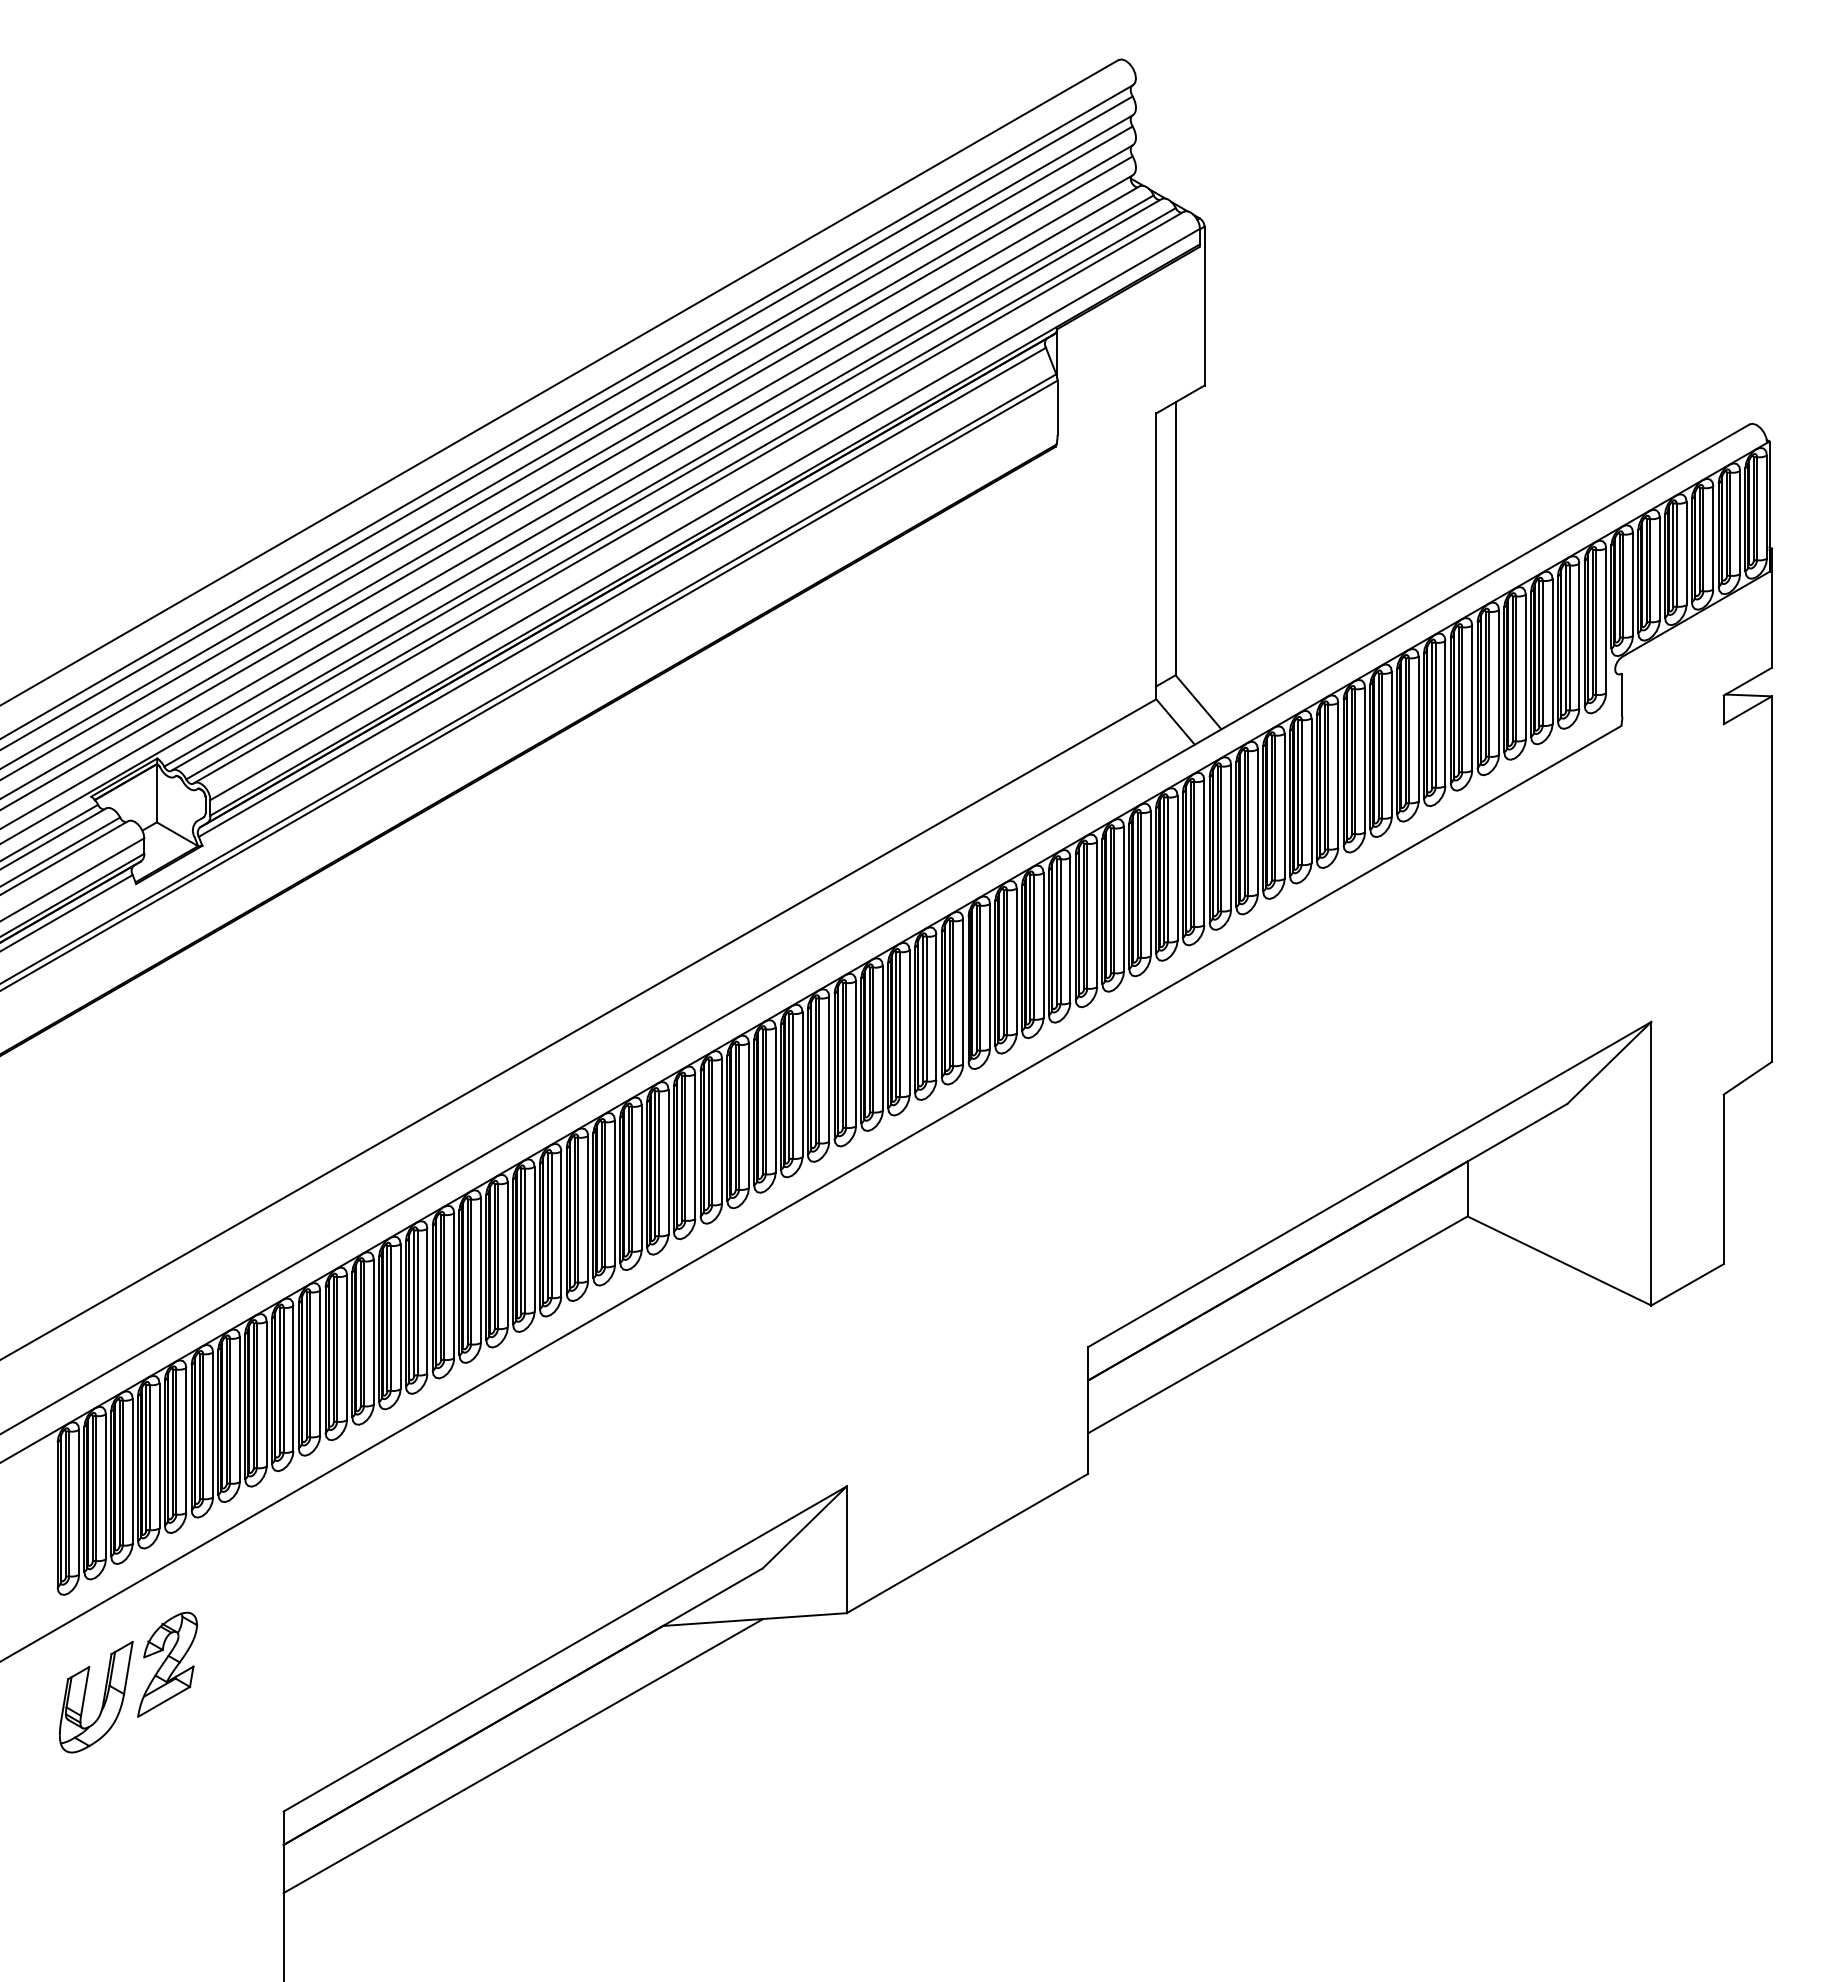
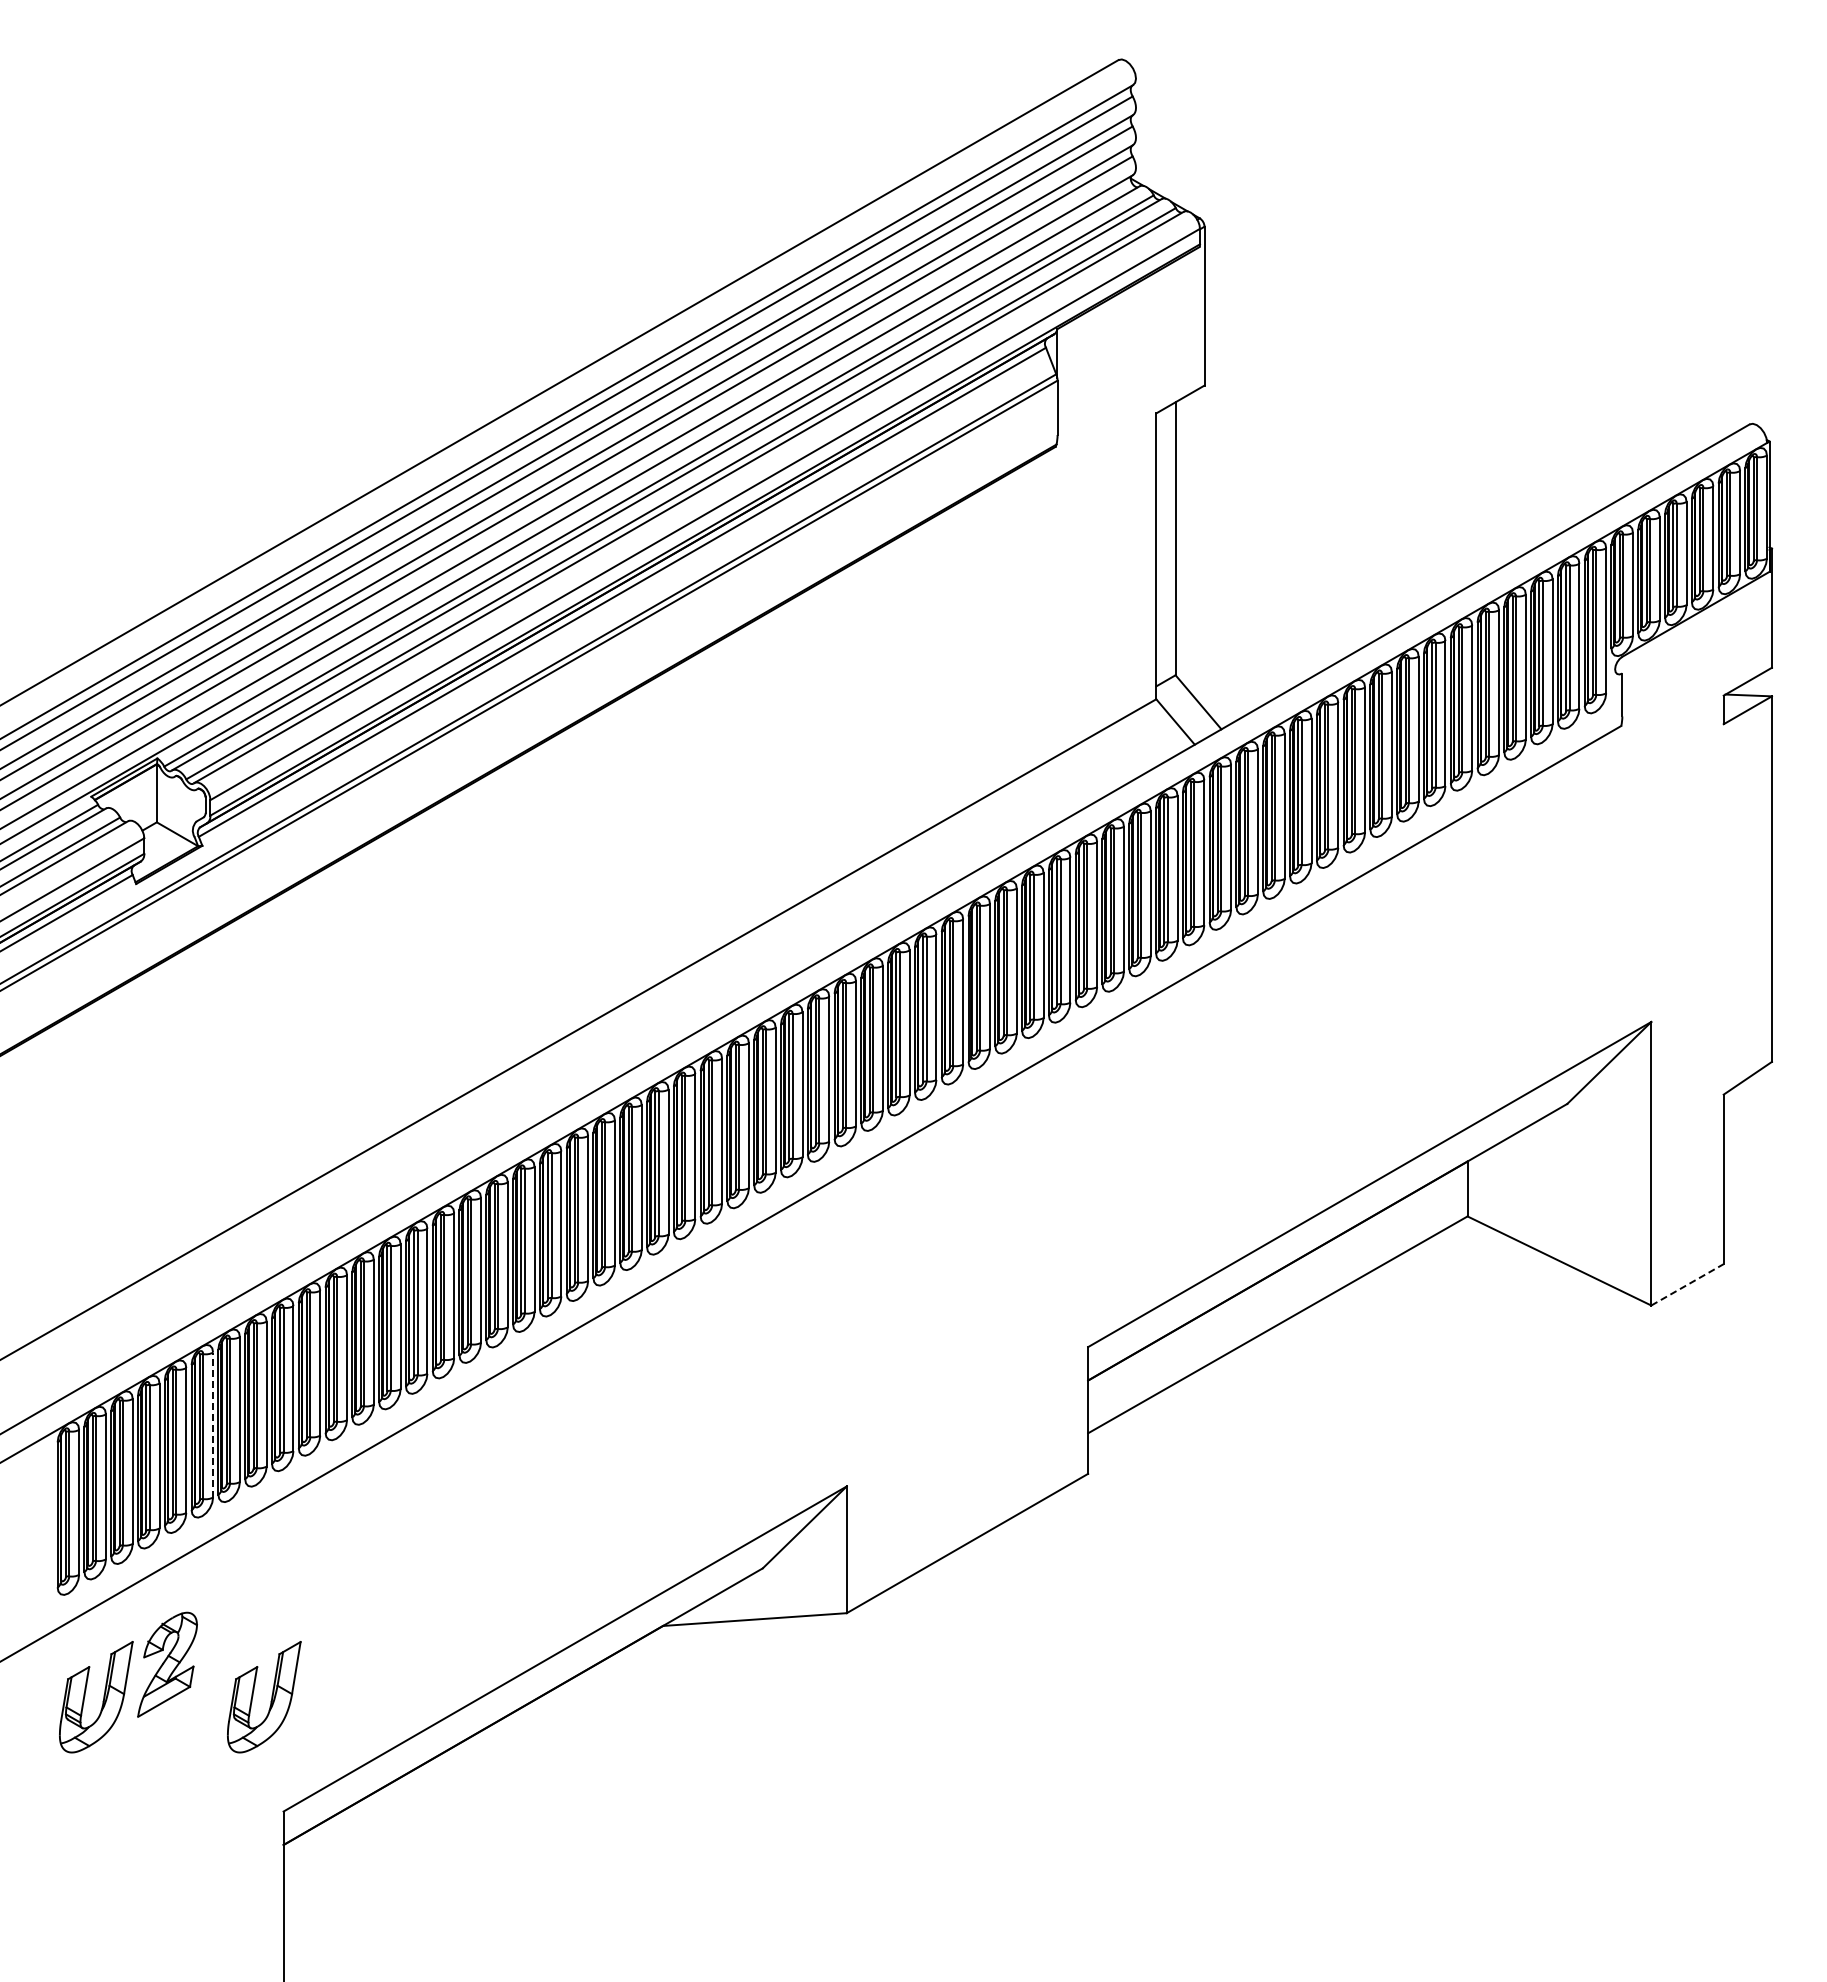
line at (1687, 1284): solid -> dashed
line at (213, 1424): solid -> dashed
part at (271, 1697): none -> present
line at (523, 1756): present -> none
